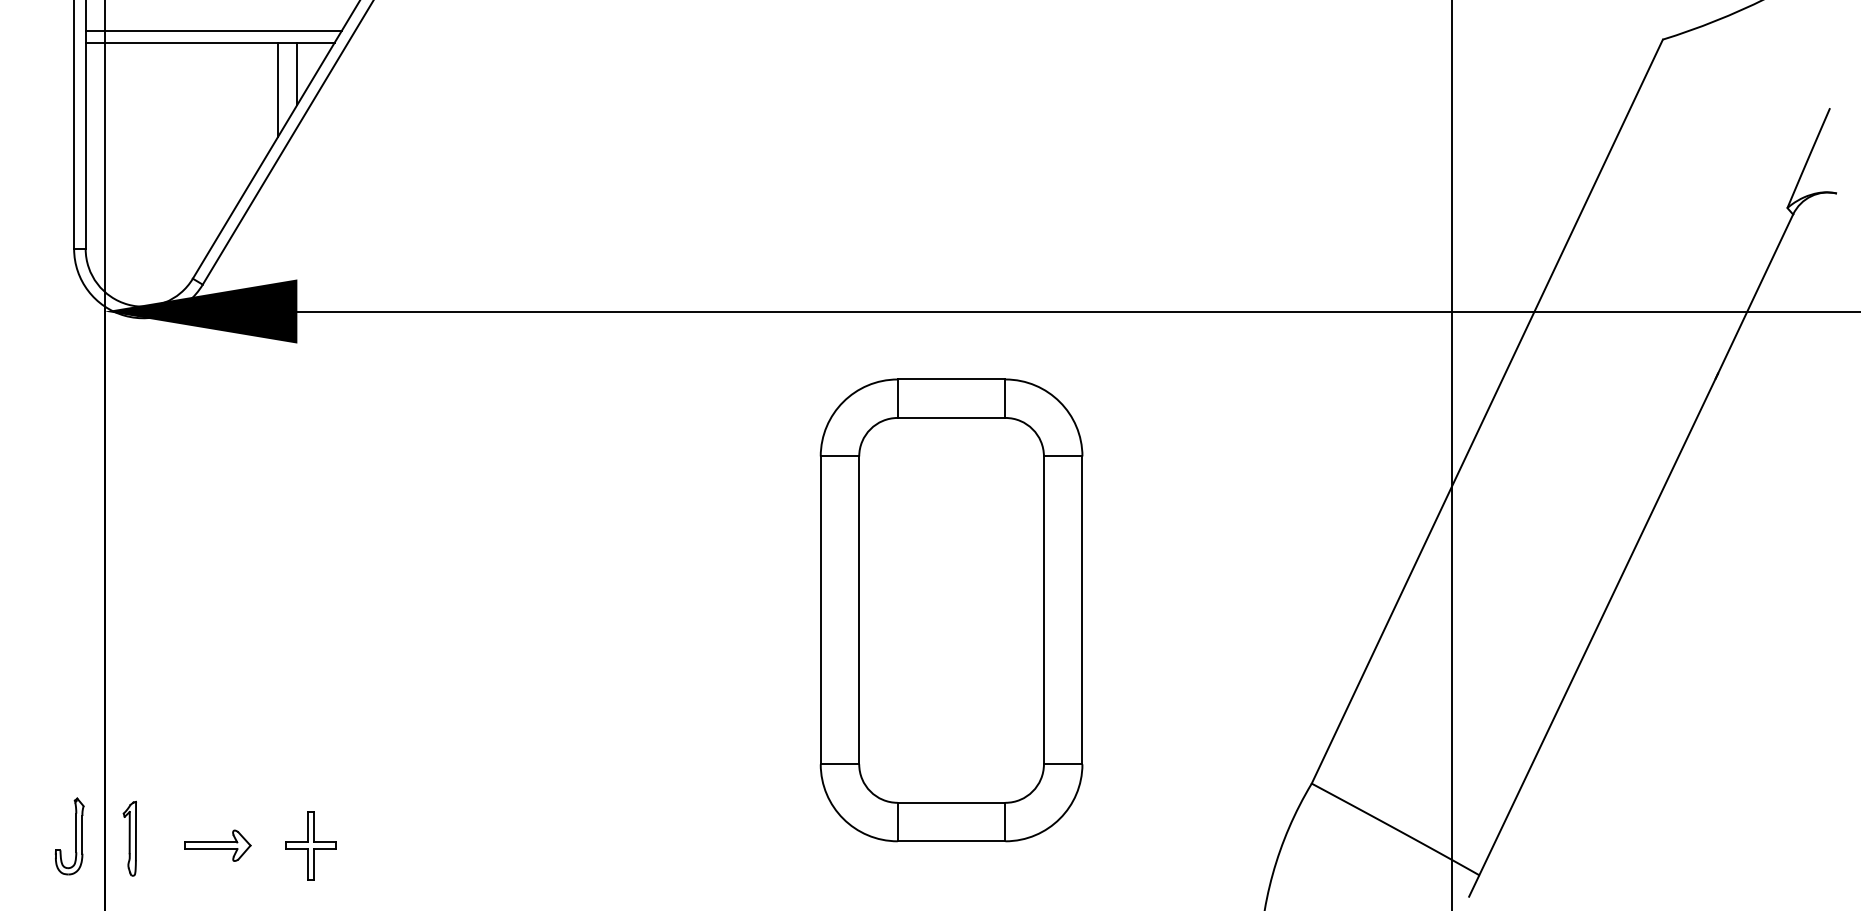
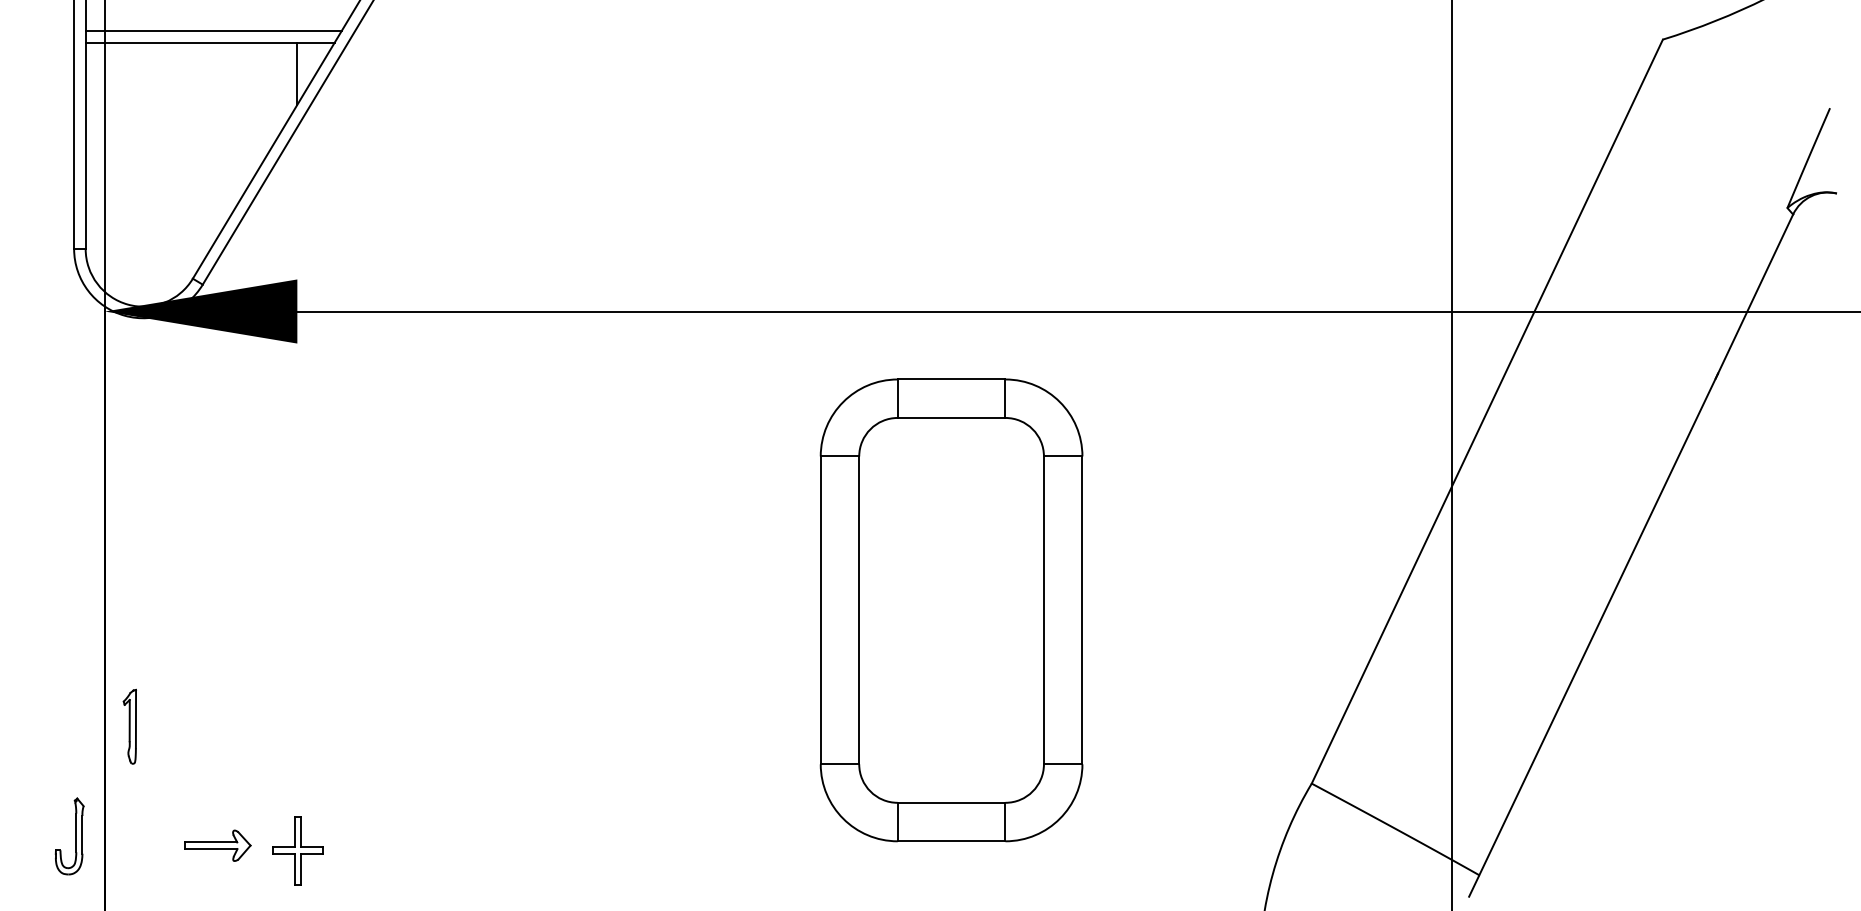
line at (278, 89): present -> none
part at (129, 838) position: (129, 838) -> (129, 726)
part at (310, 845) position: (310, 845) -> (297, 850)
